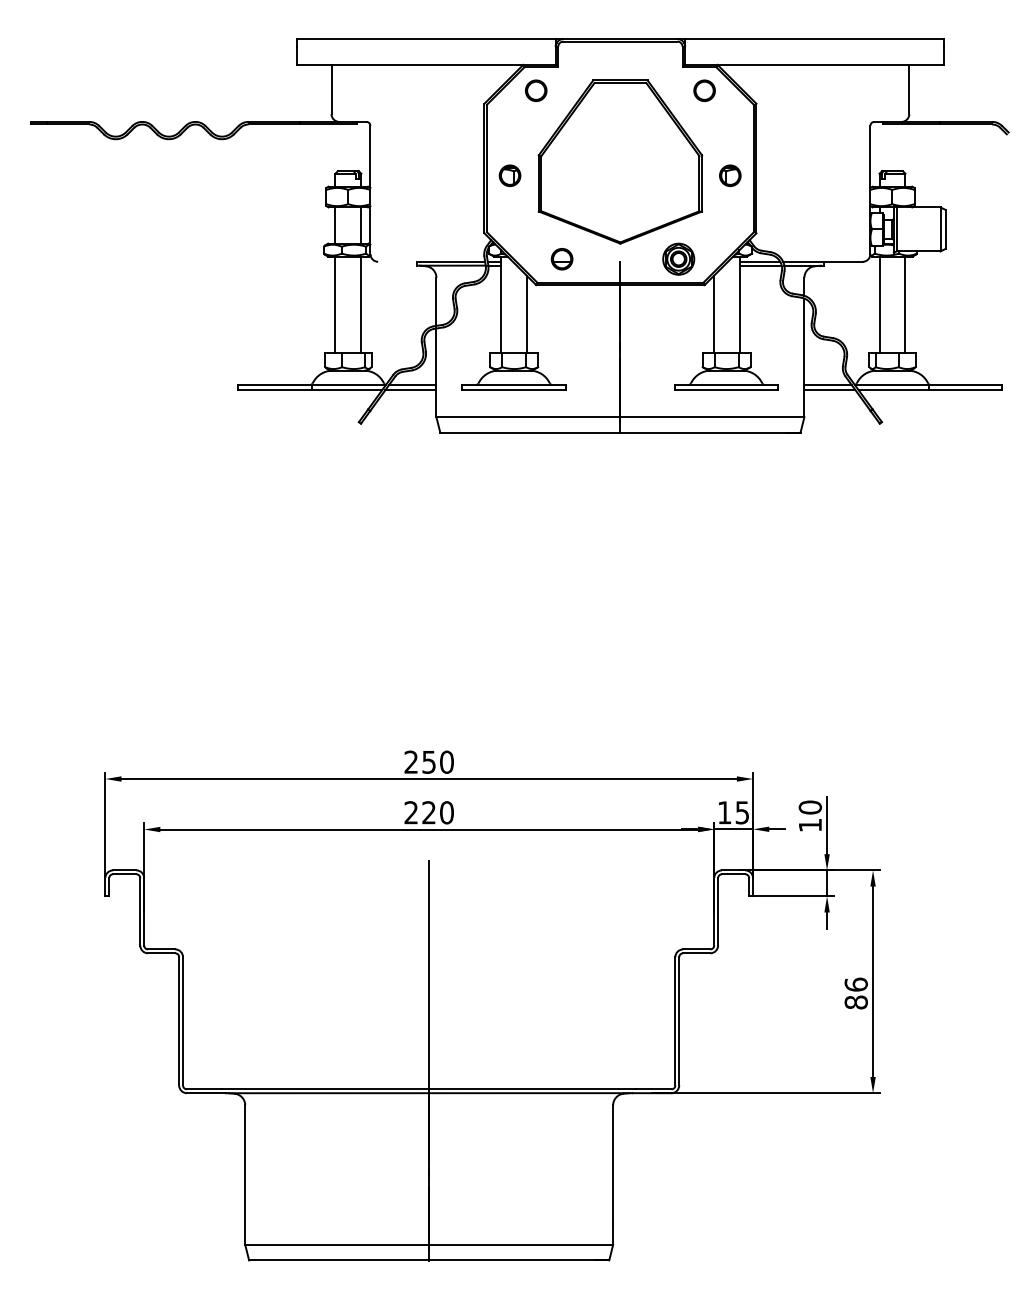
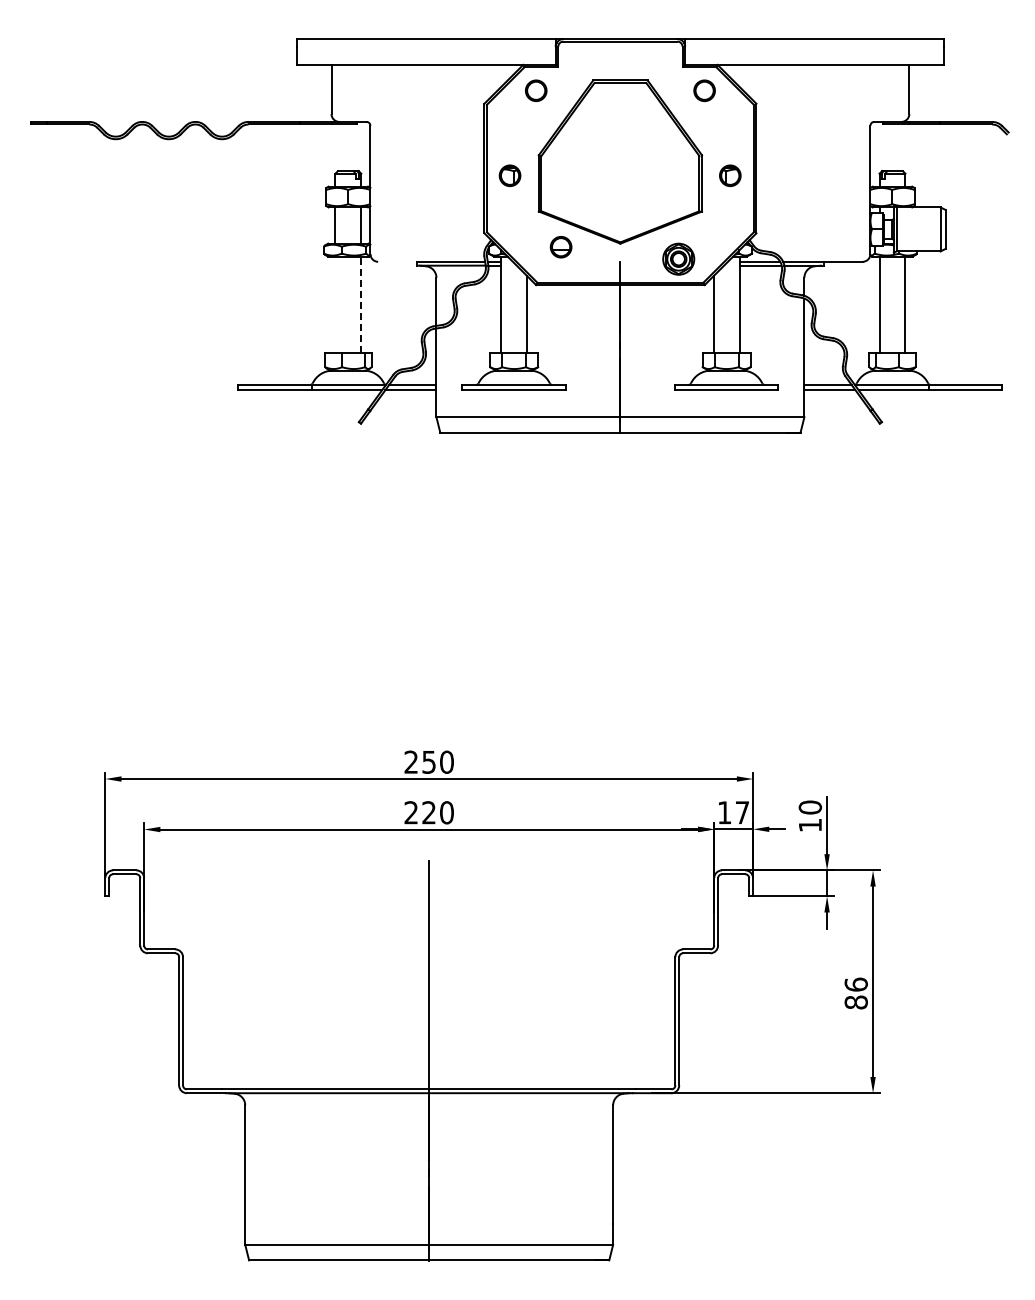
part at (561, 259) position: (561, 259) -> (560, 247)
line at (335, 304): present -> none
line at (361, 304): solid -> dashed
text at (741, 812): 15 -> 17
